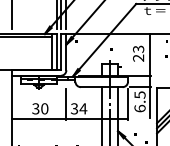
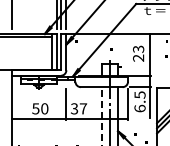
text at (35, 108): 30 -> 50
text at (83, 108): 34 -> 37
line at (101, 116): solid -> dashed
